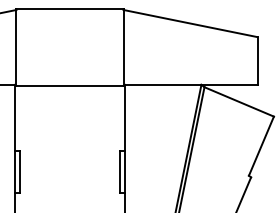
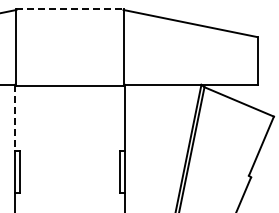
line at (69, 9): solid -> dashed
line at (15, 117): solid -> dashed
